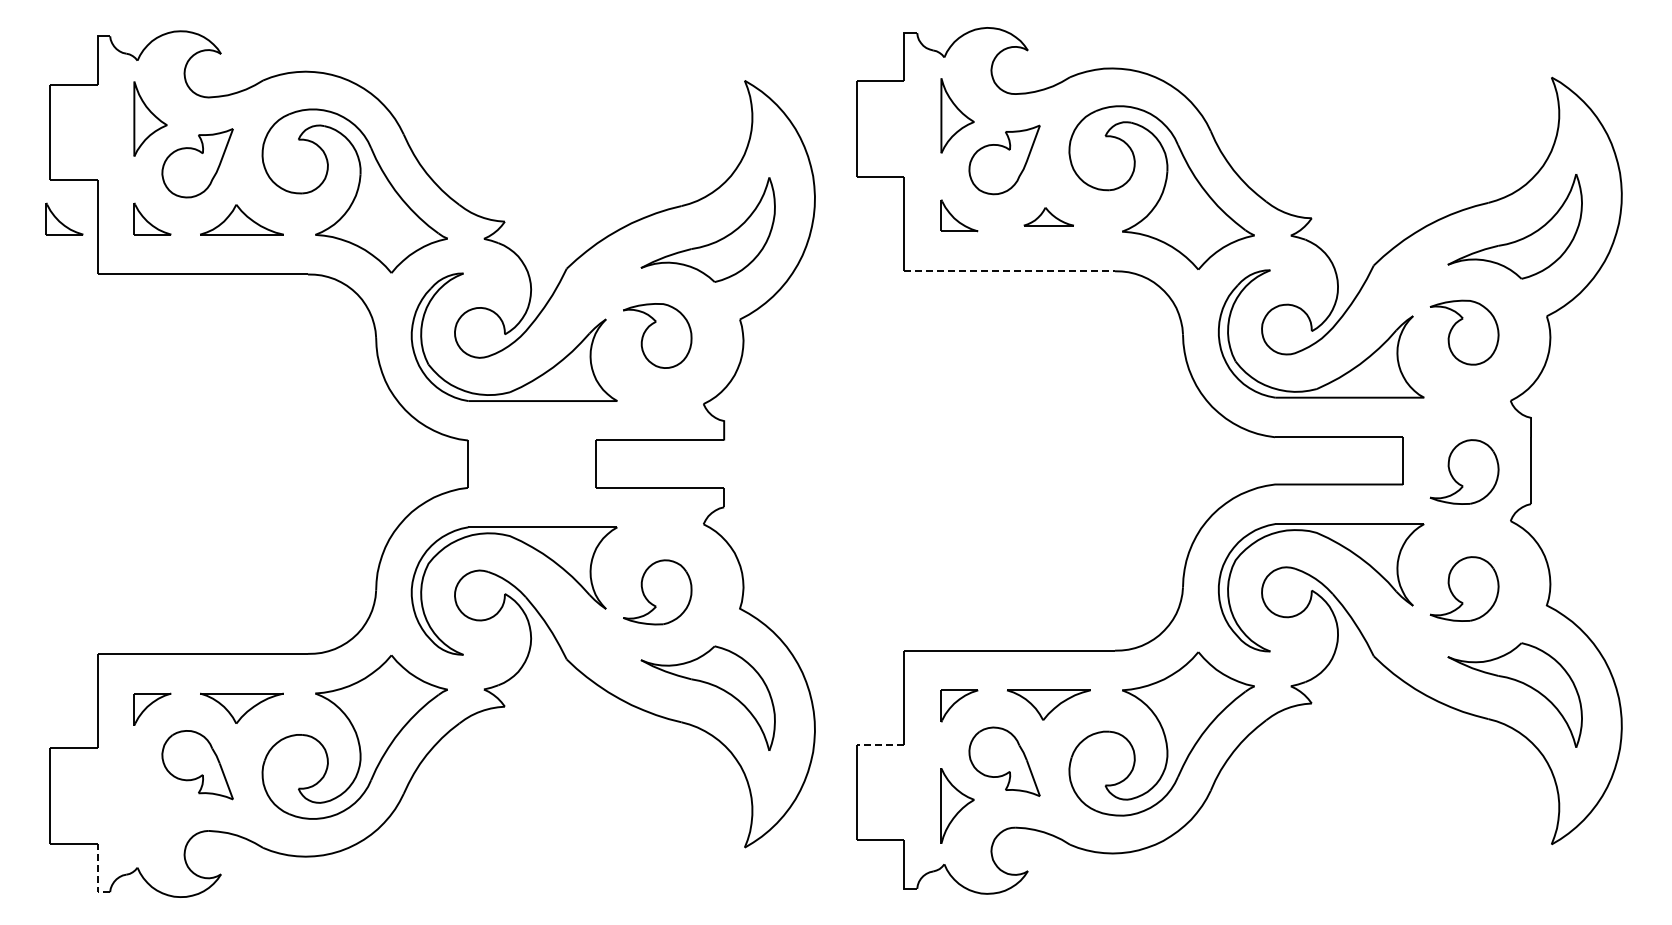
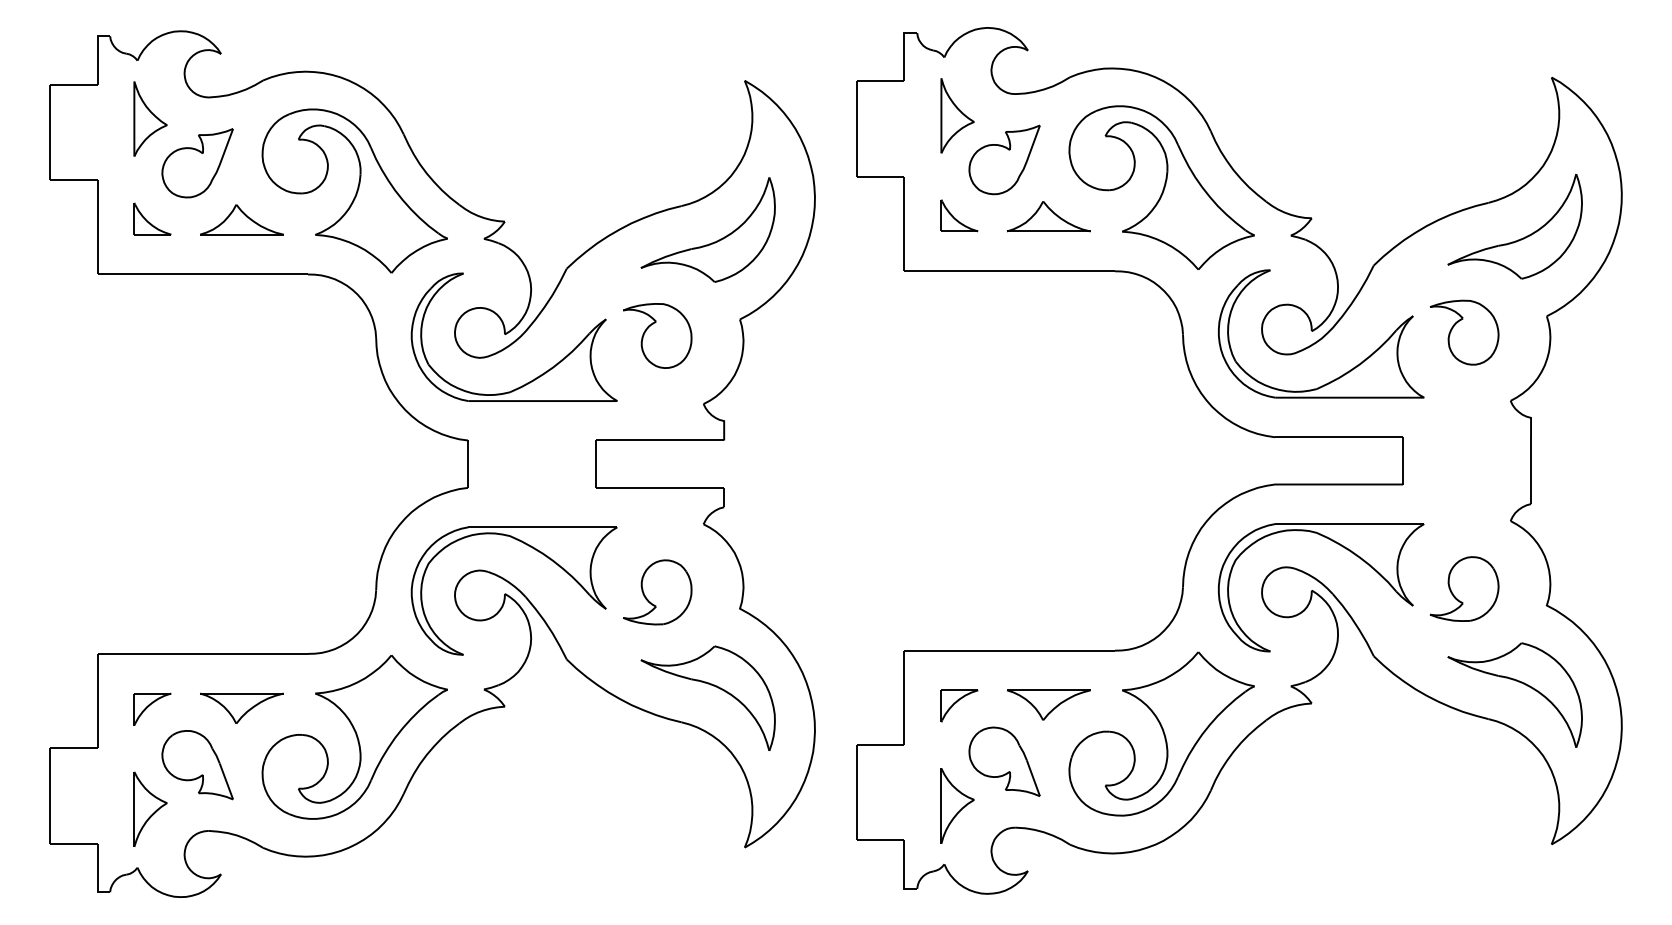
part at (1048, 216) size: 51x20 px -> 84x32 px
part at (64, 218): present -> none
line at (1010, 271): dashed -> solid
part at (1464, 471): present -> none
line at (880, 744): dashed -> solid
part at (150, 808): none -> present
line at (97, 874): dashed -> solid
